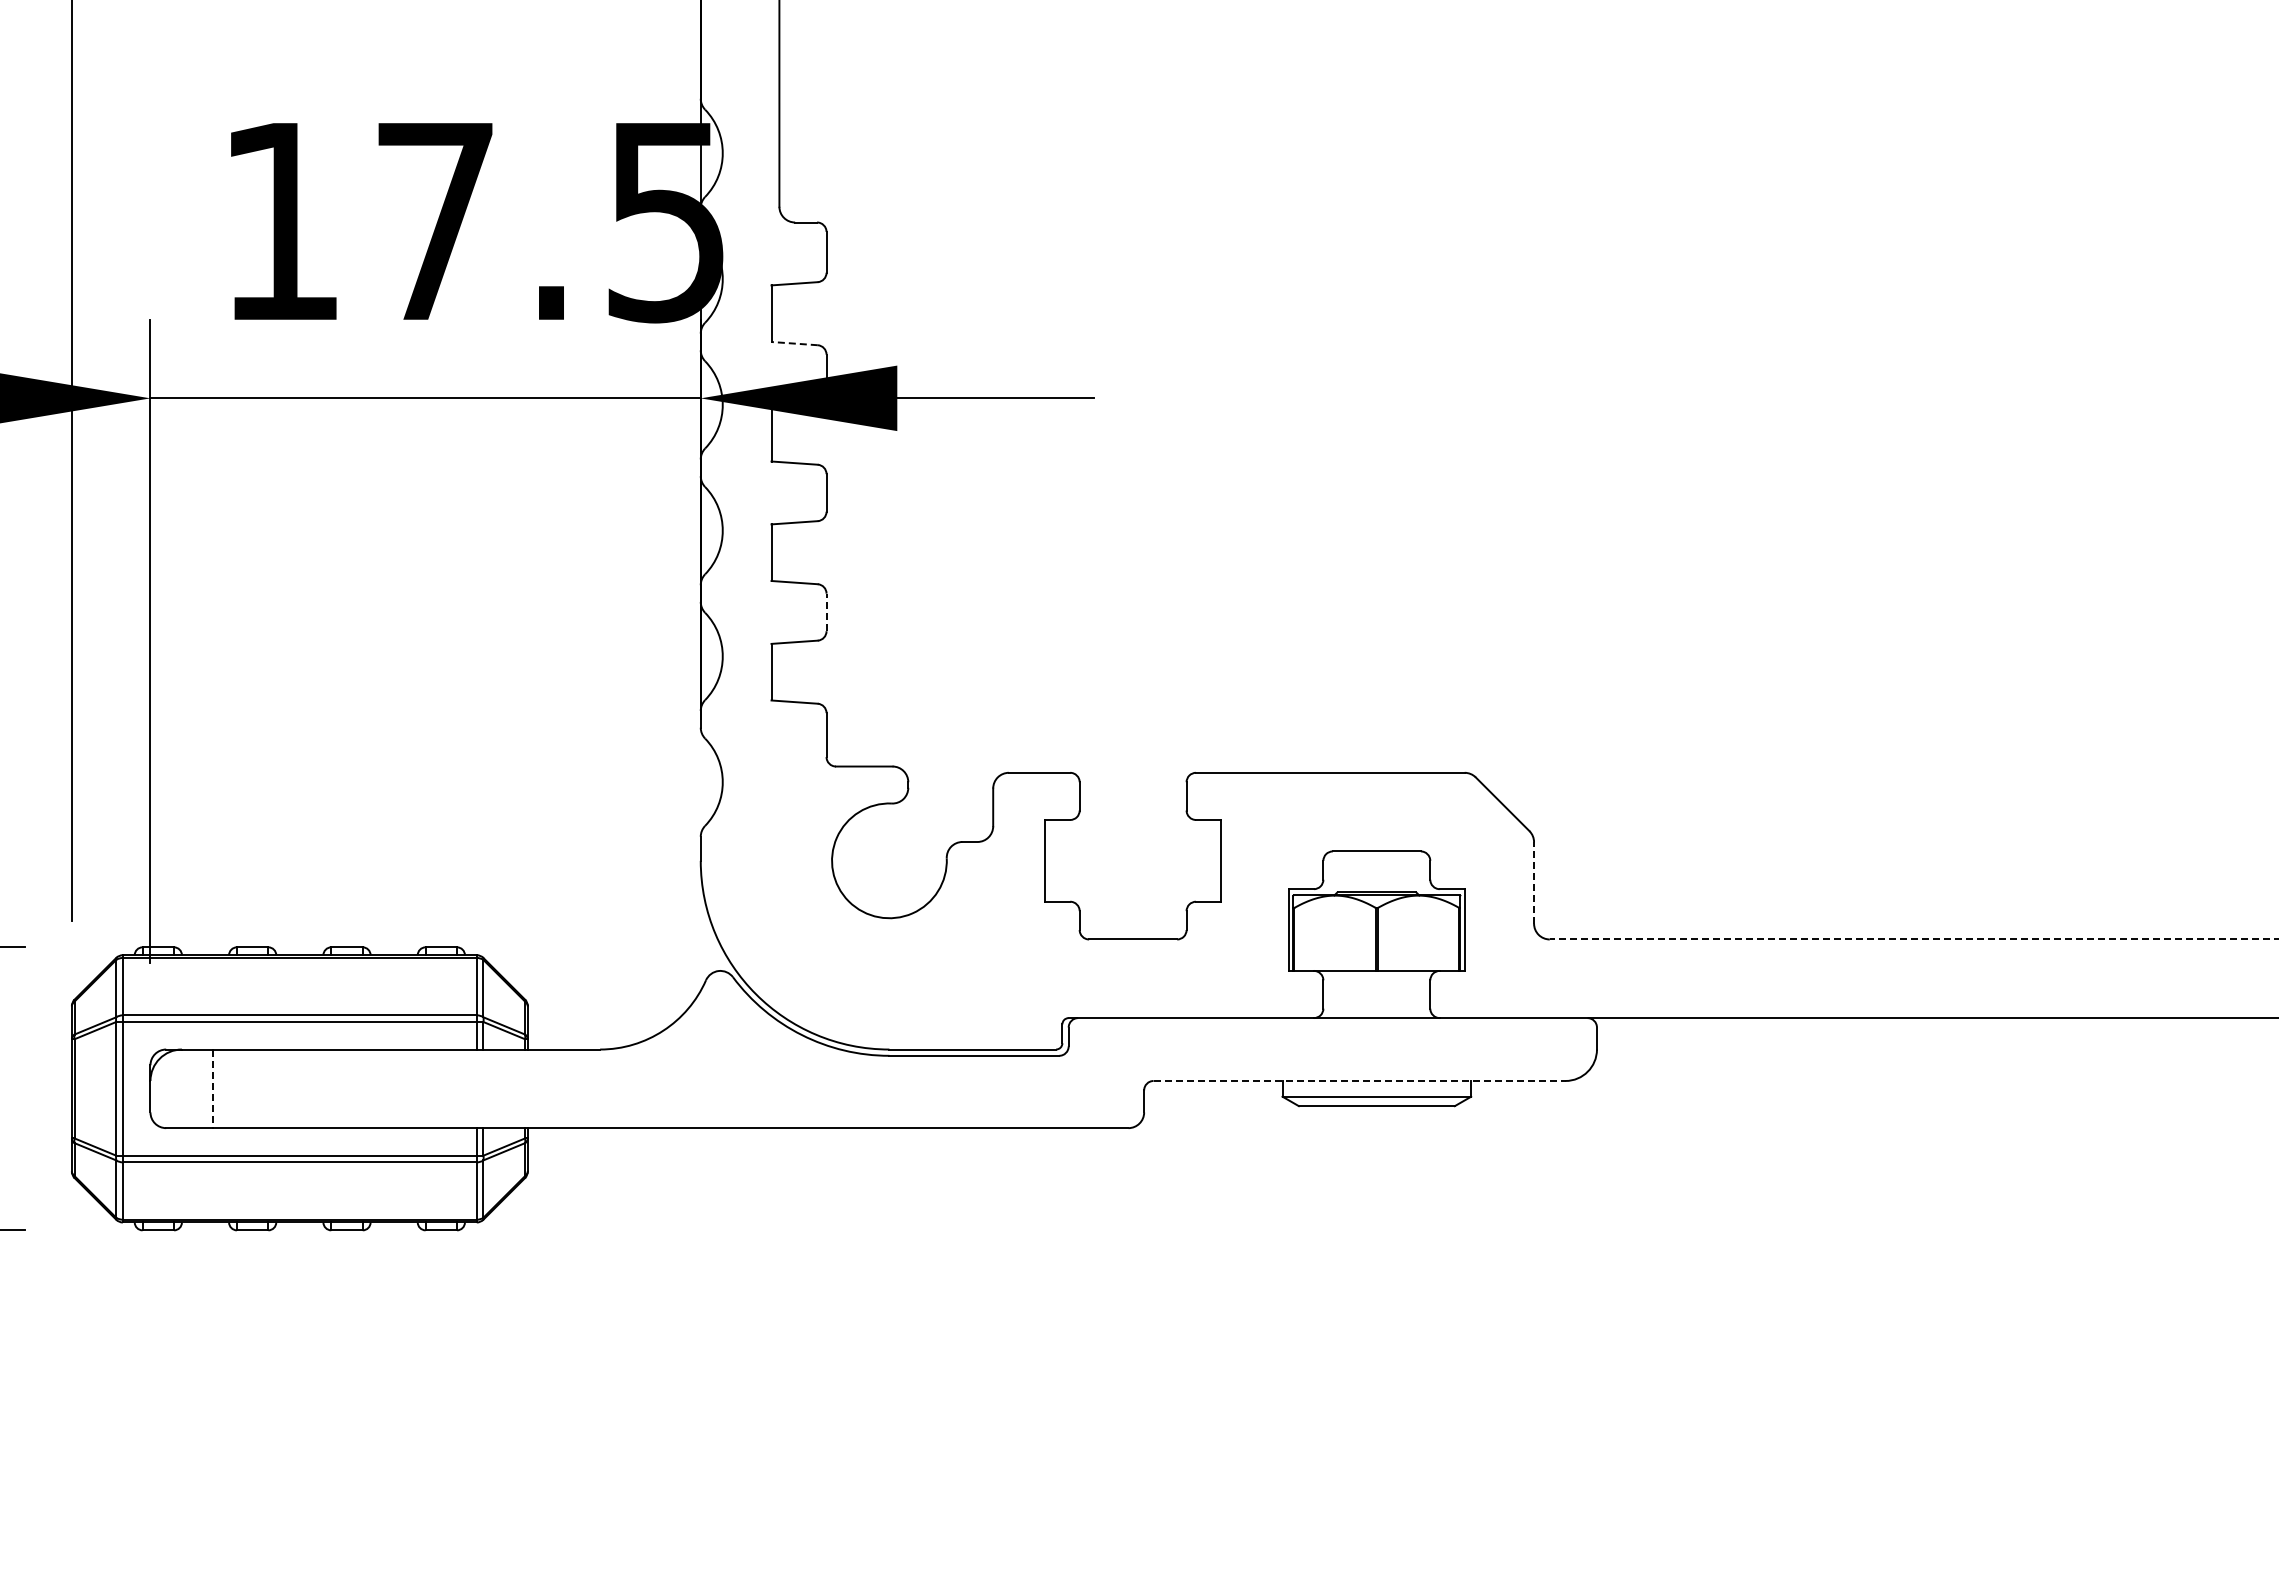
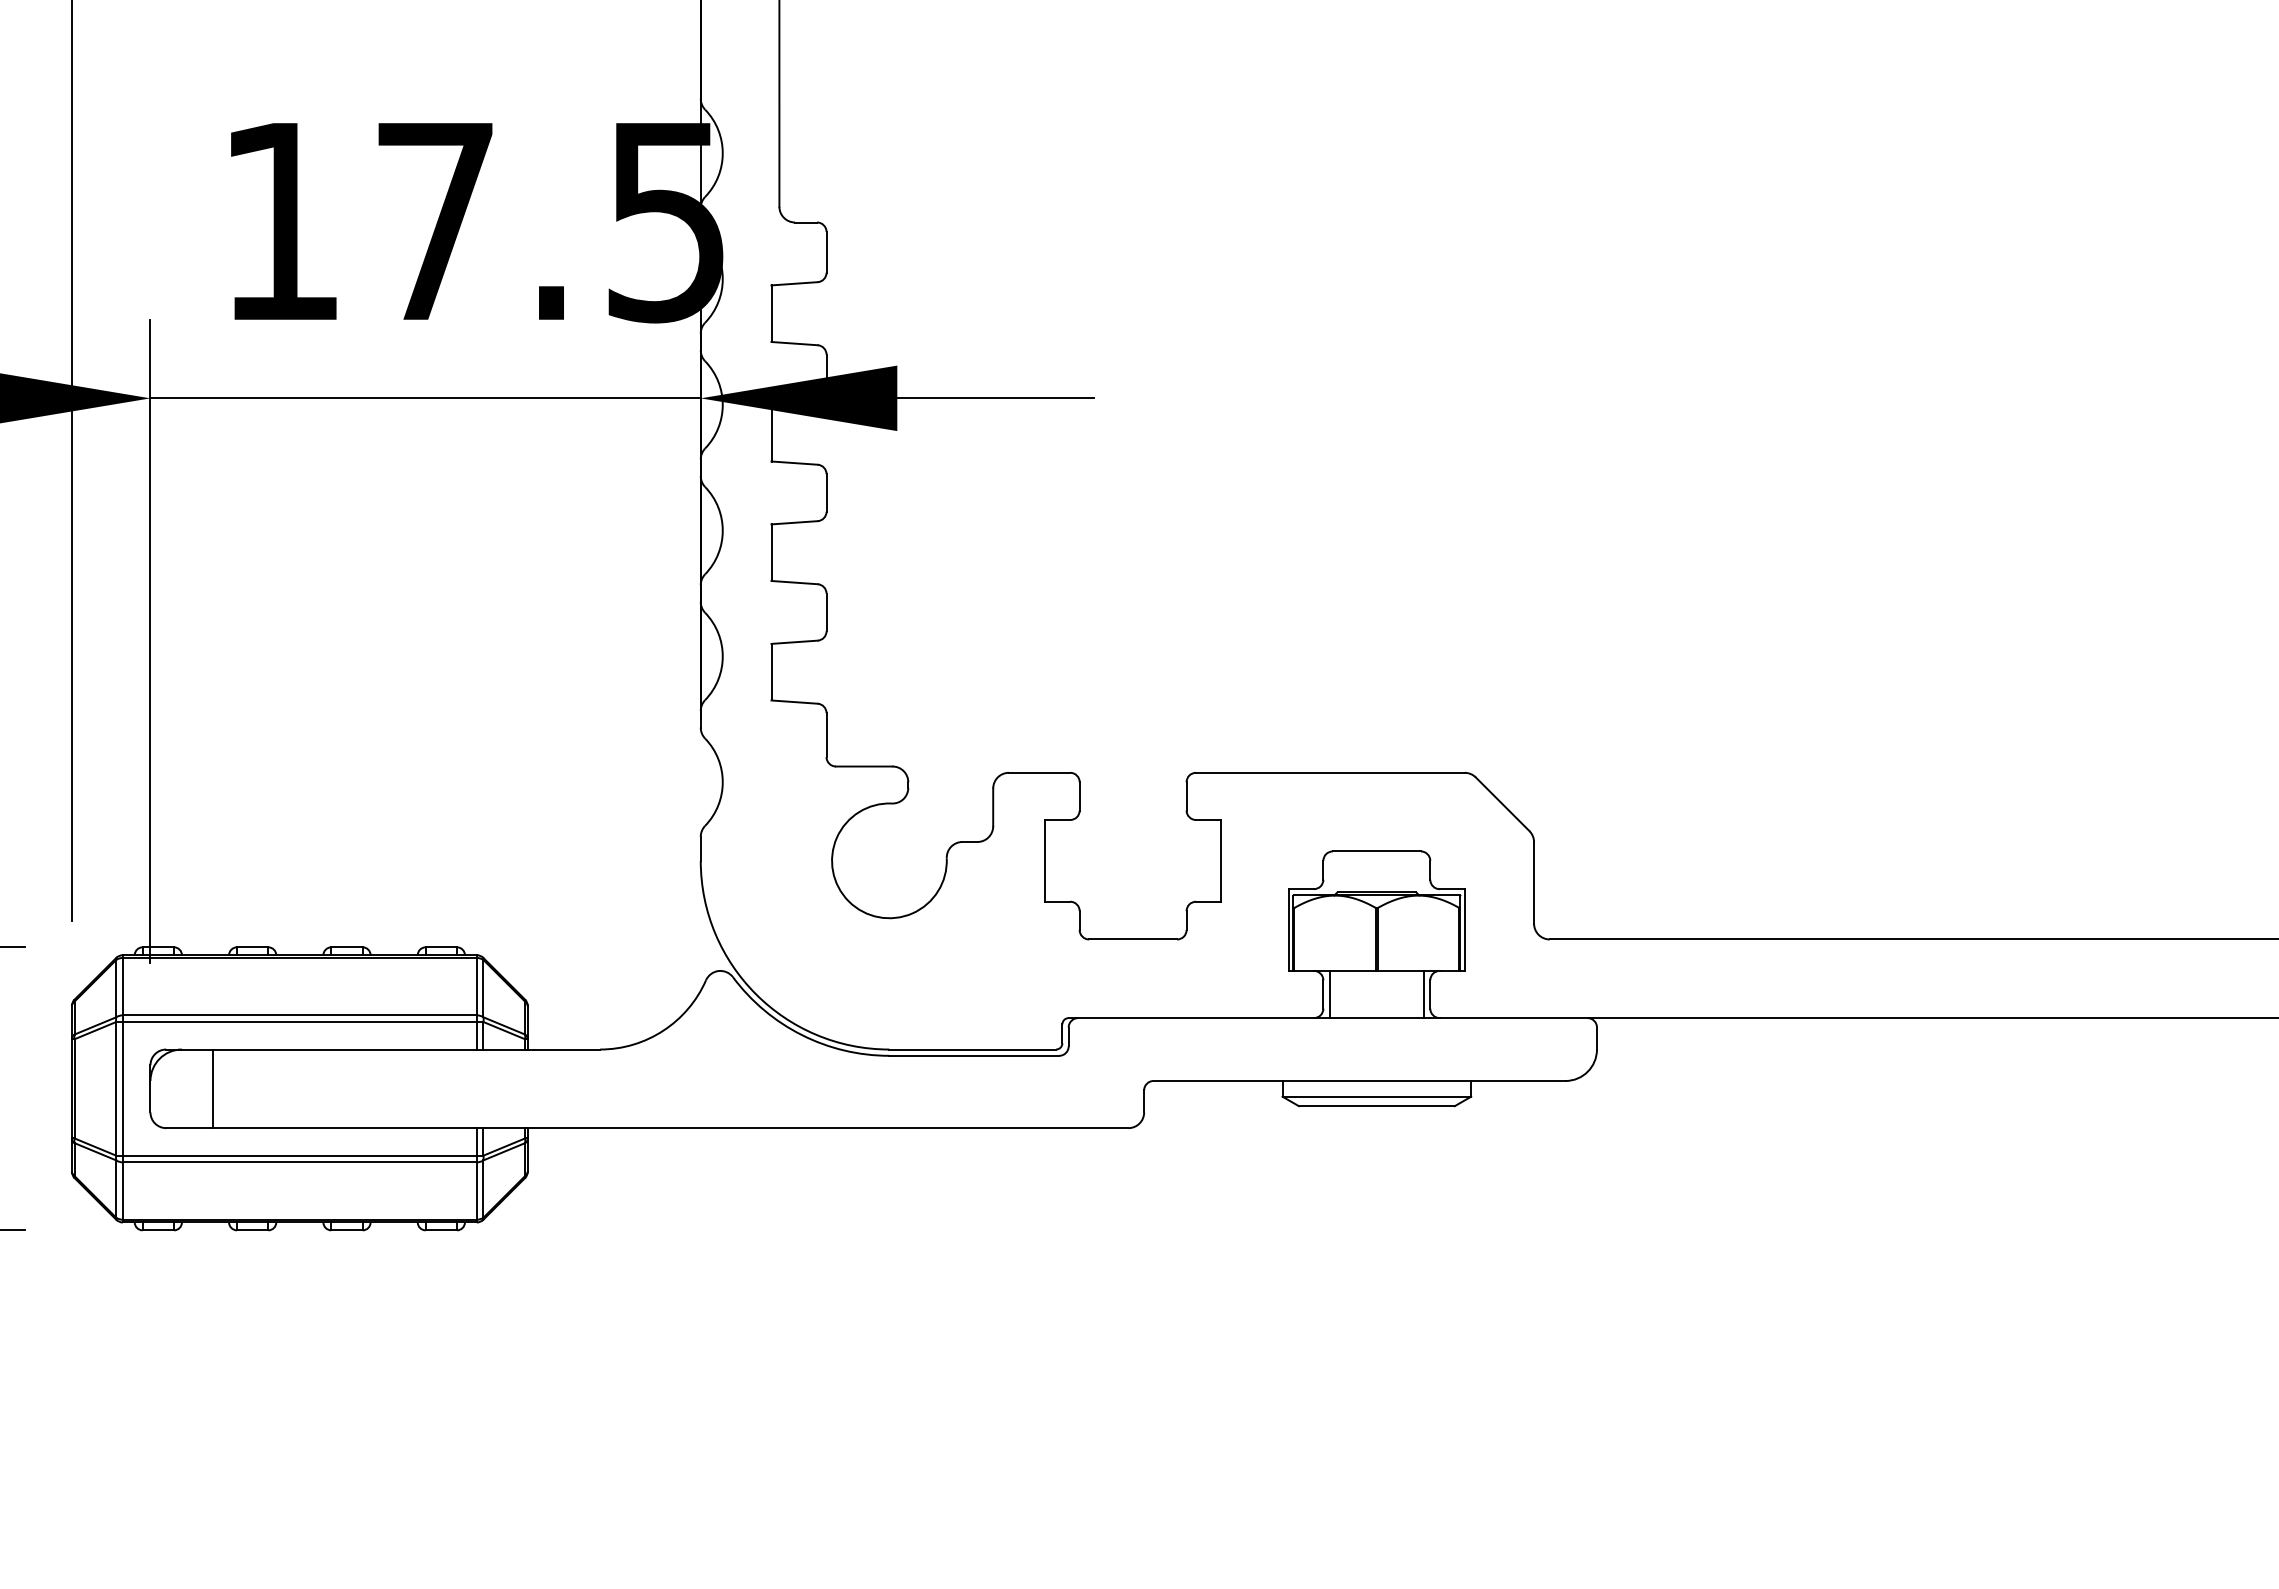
line at (794, 343): dashed -> solid
line at (826, 612): dashed -> solid
line at (1534, 882): dashed -> solid
line at (1913, 939): dashed -> solid
line at (1329, 994): none -> present
line at (1424, 994): none -> present
line at (1359, 1080): dashed -> solid
line at (213, 1089): dashed -> solid
